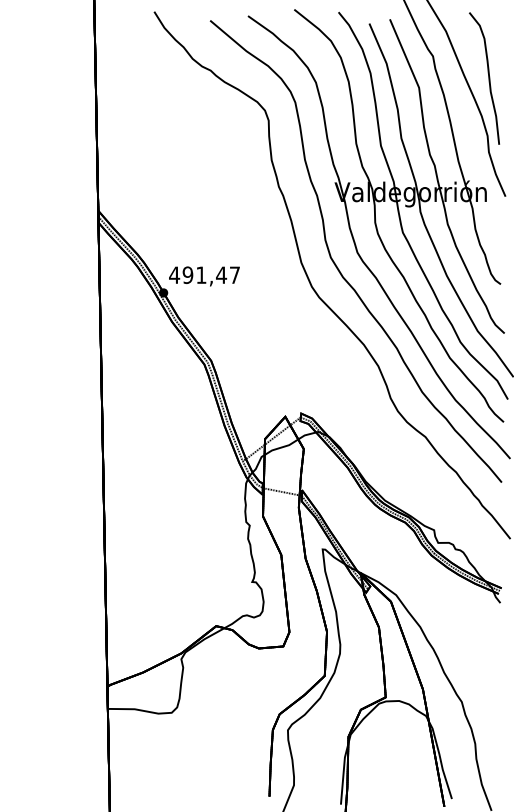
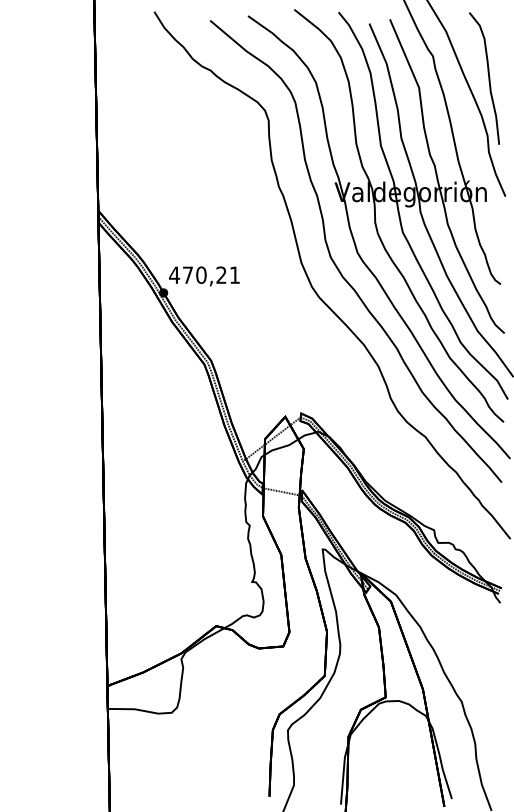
text at (210, 275): 491,47 -> 470,21
